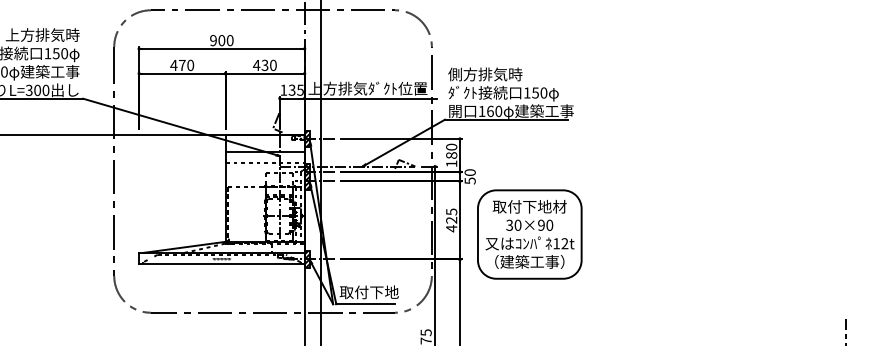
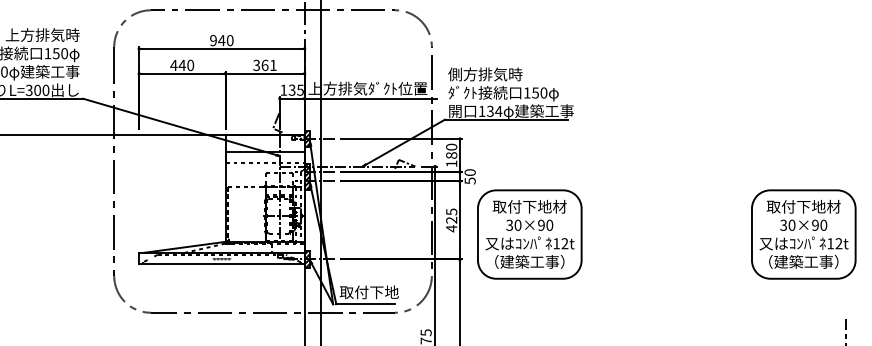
text at (221, 40): 900 -> 940
text at (181, 65): 470 -> 440
text at (264, 65): 430 -> 361
text at (494, 111): 160 -> 134
part at (803, 234): none -> present
